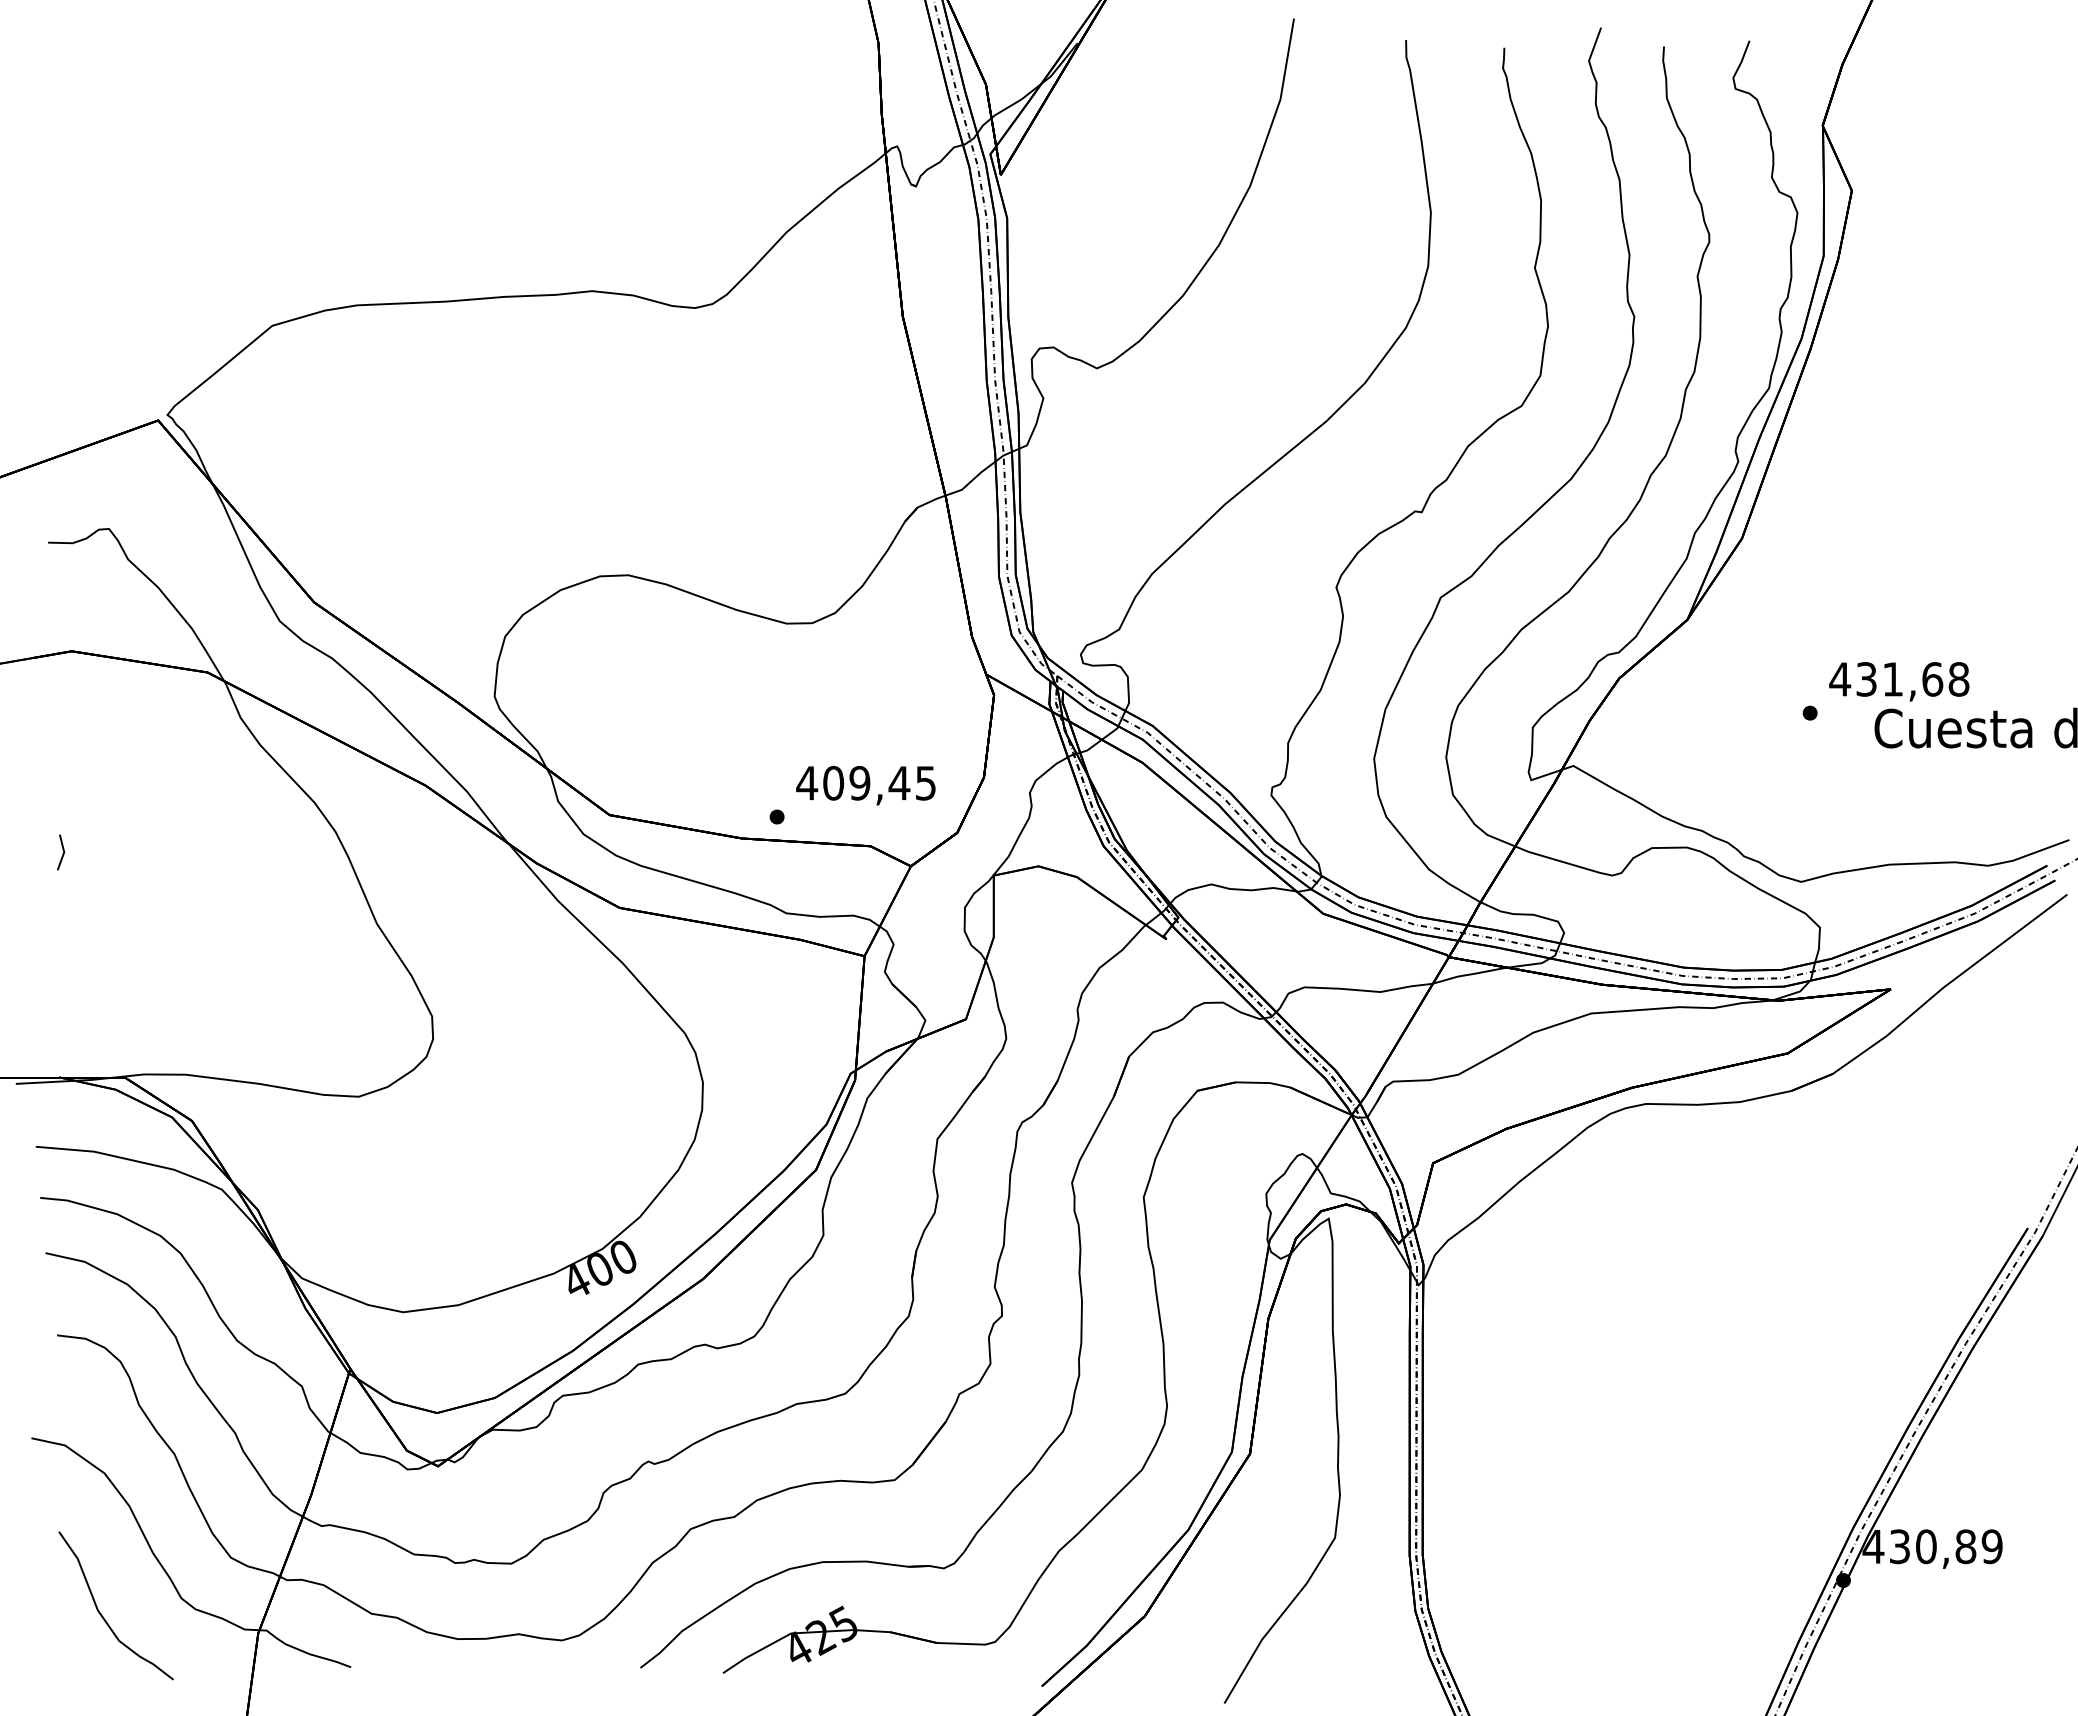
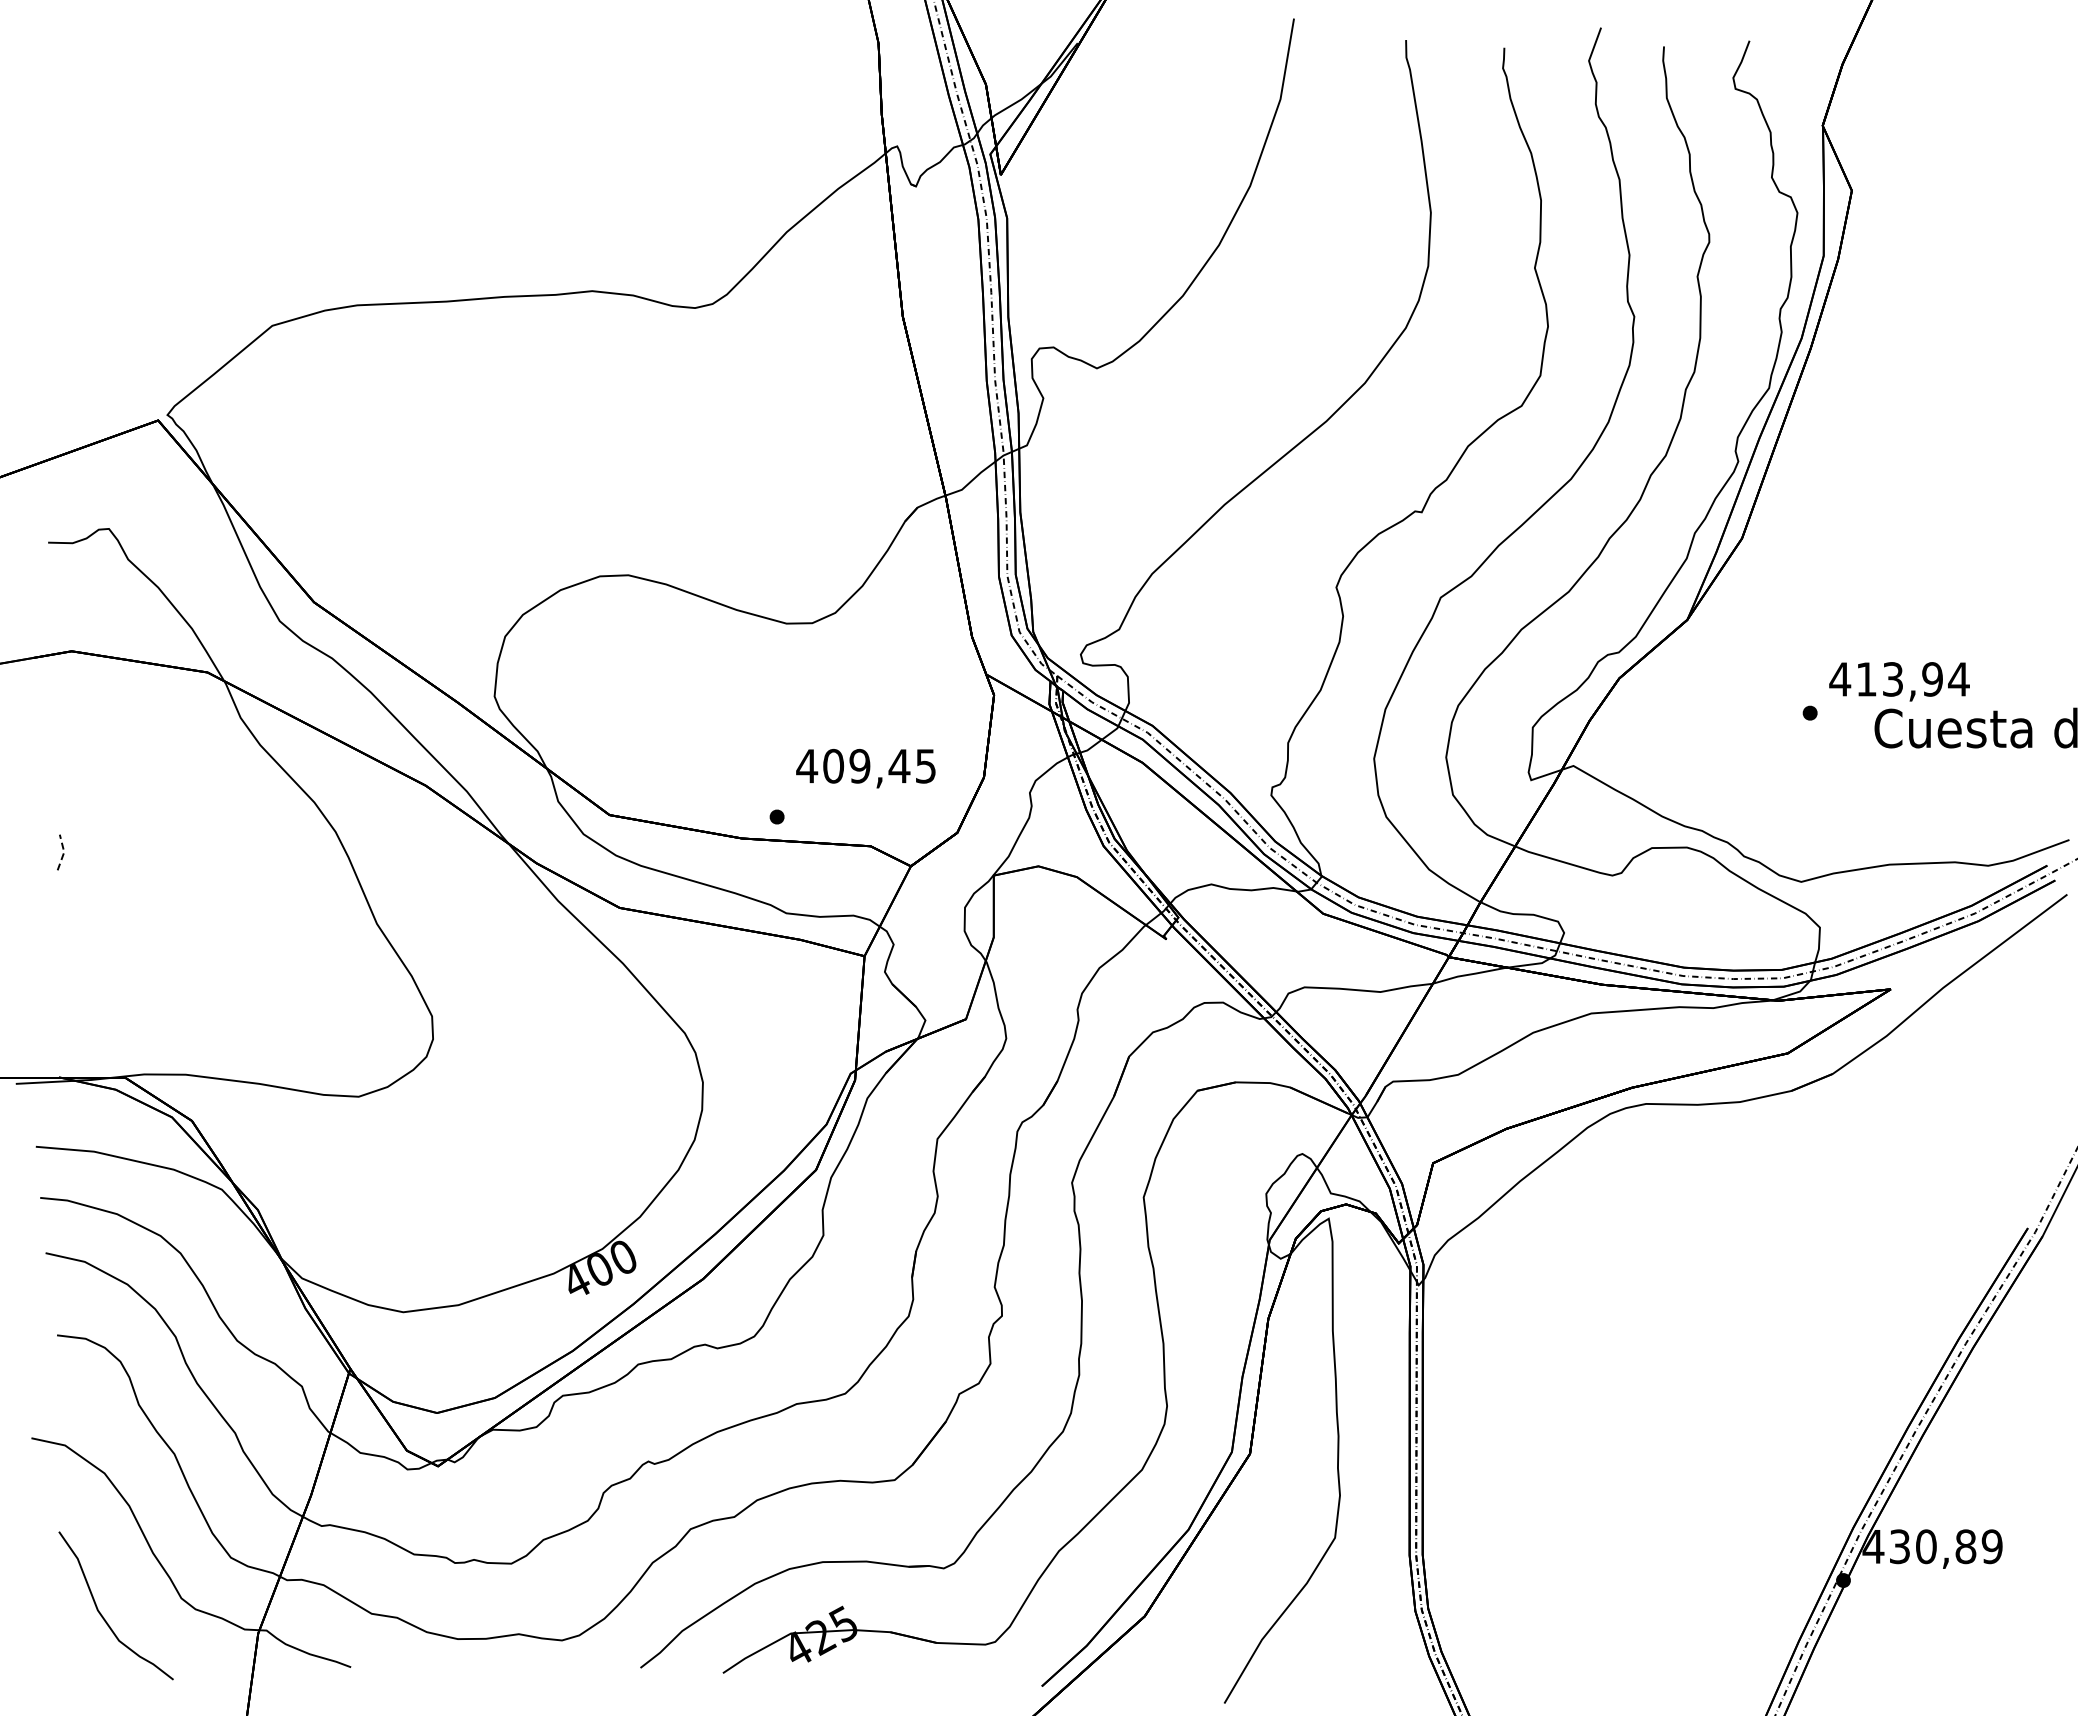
text at (1912, 679): 431,68 -> 413,94
text at (865, 785) position: (865, 785) -> (865, 768)
line at (64, 852): solid -> dashed
